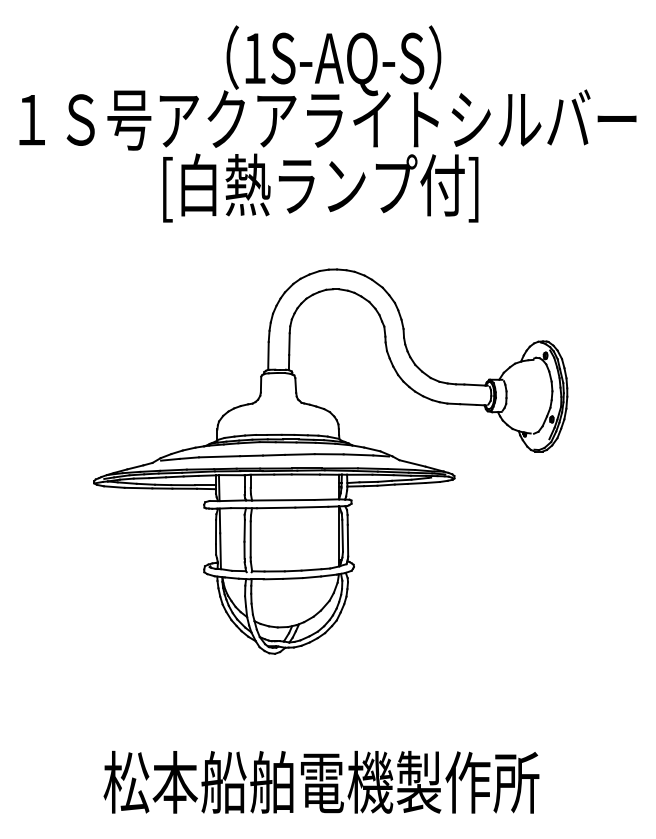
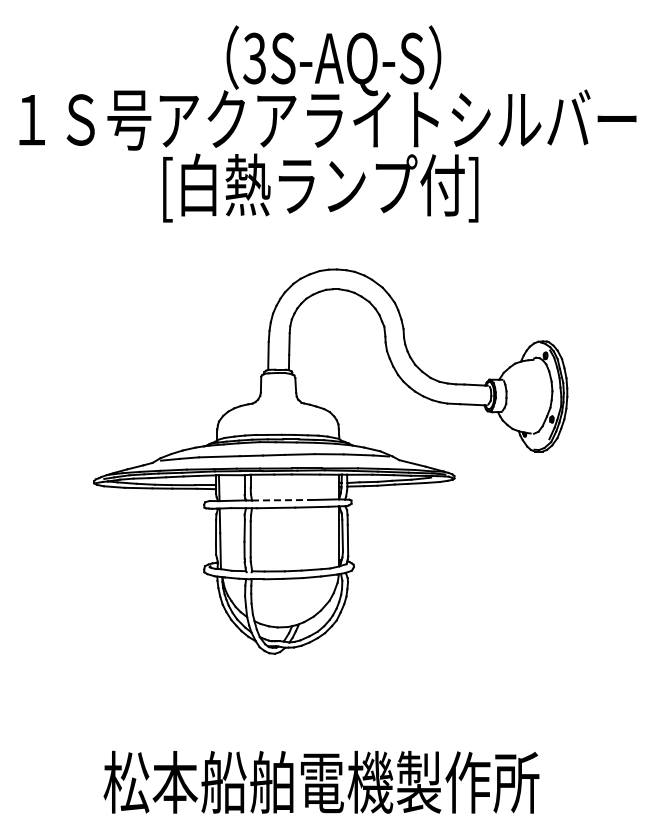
text at (254, 58): 1S-AQ-S -> 3S-AQ-S
line at (283, 500): solid -> dashed
